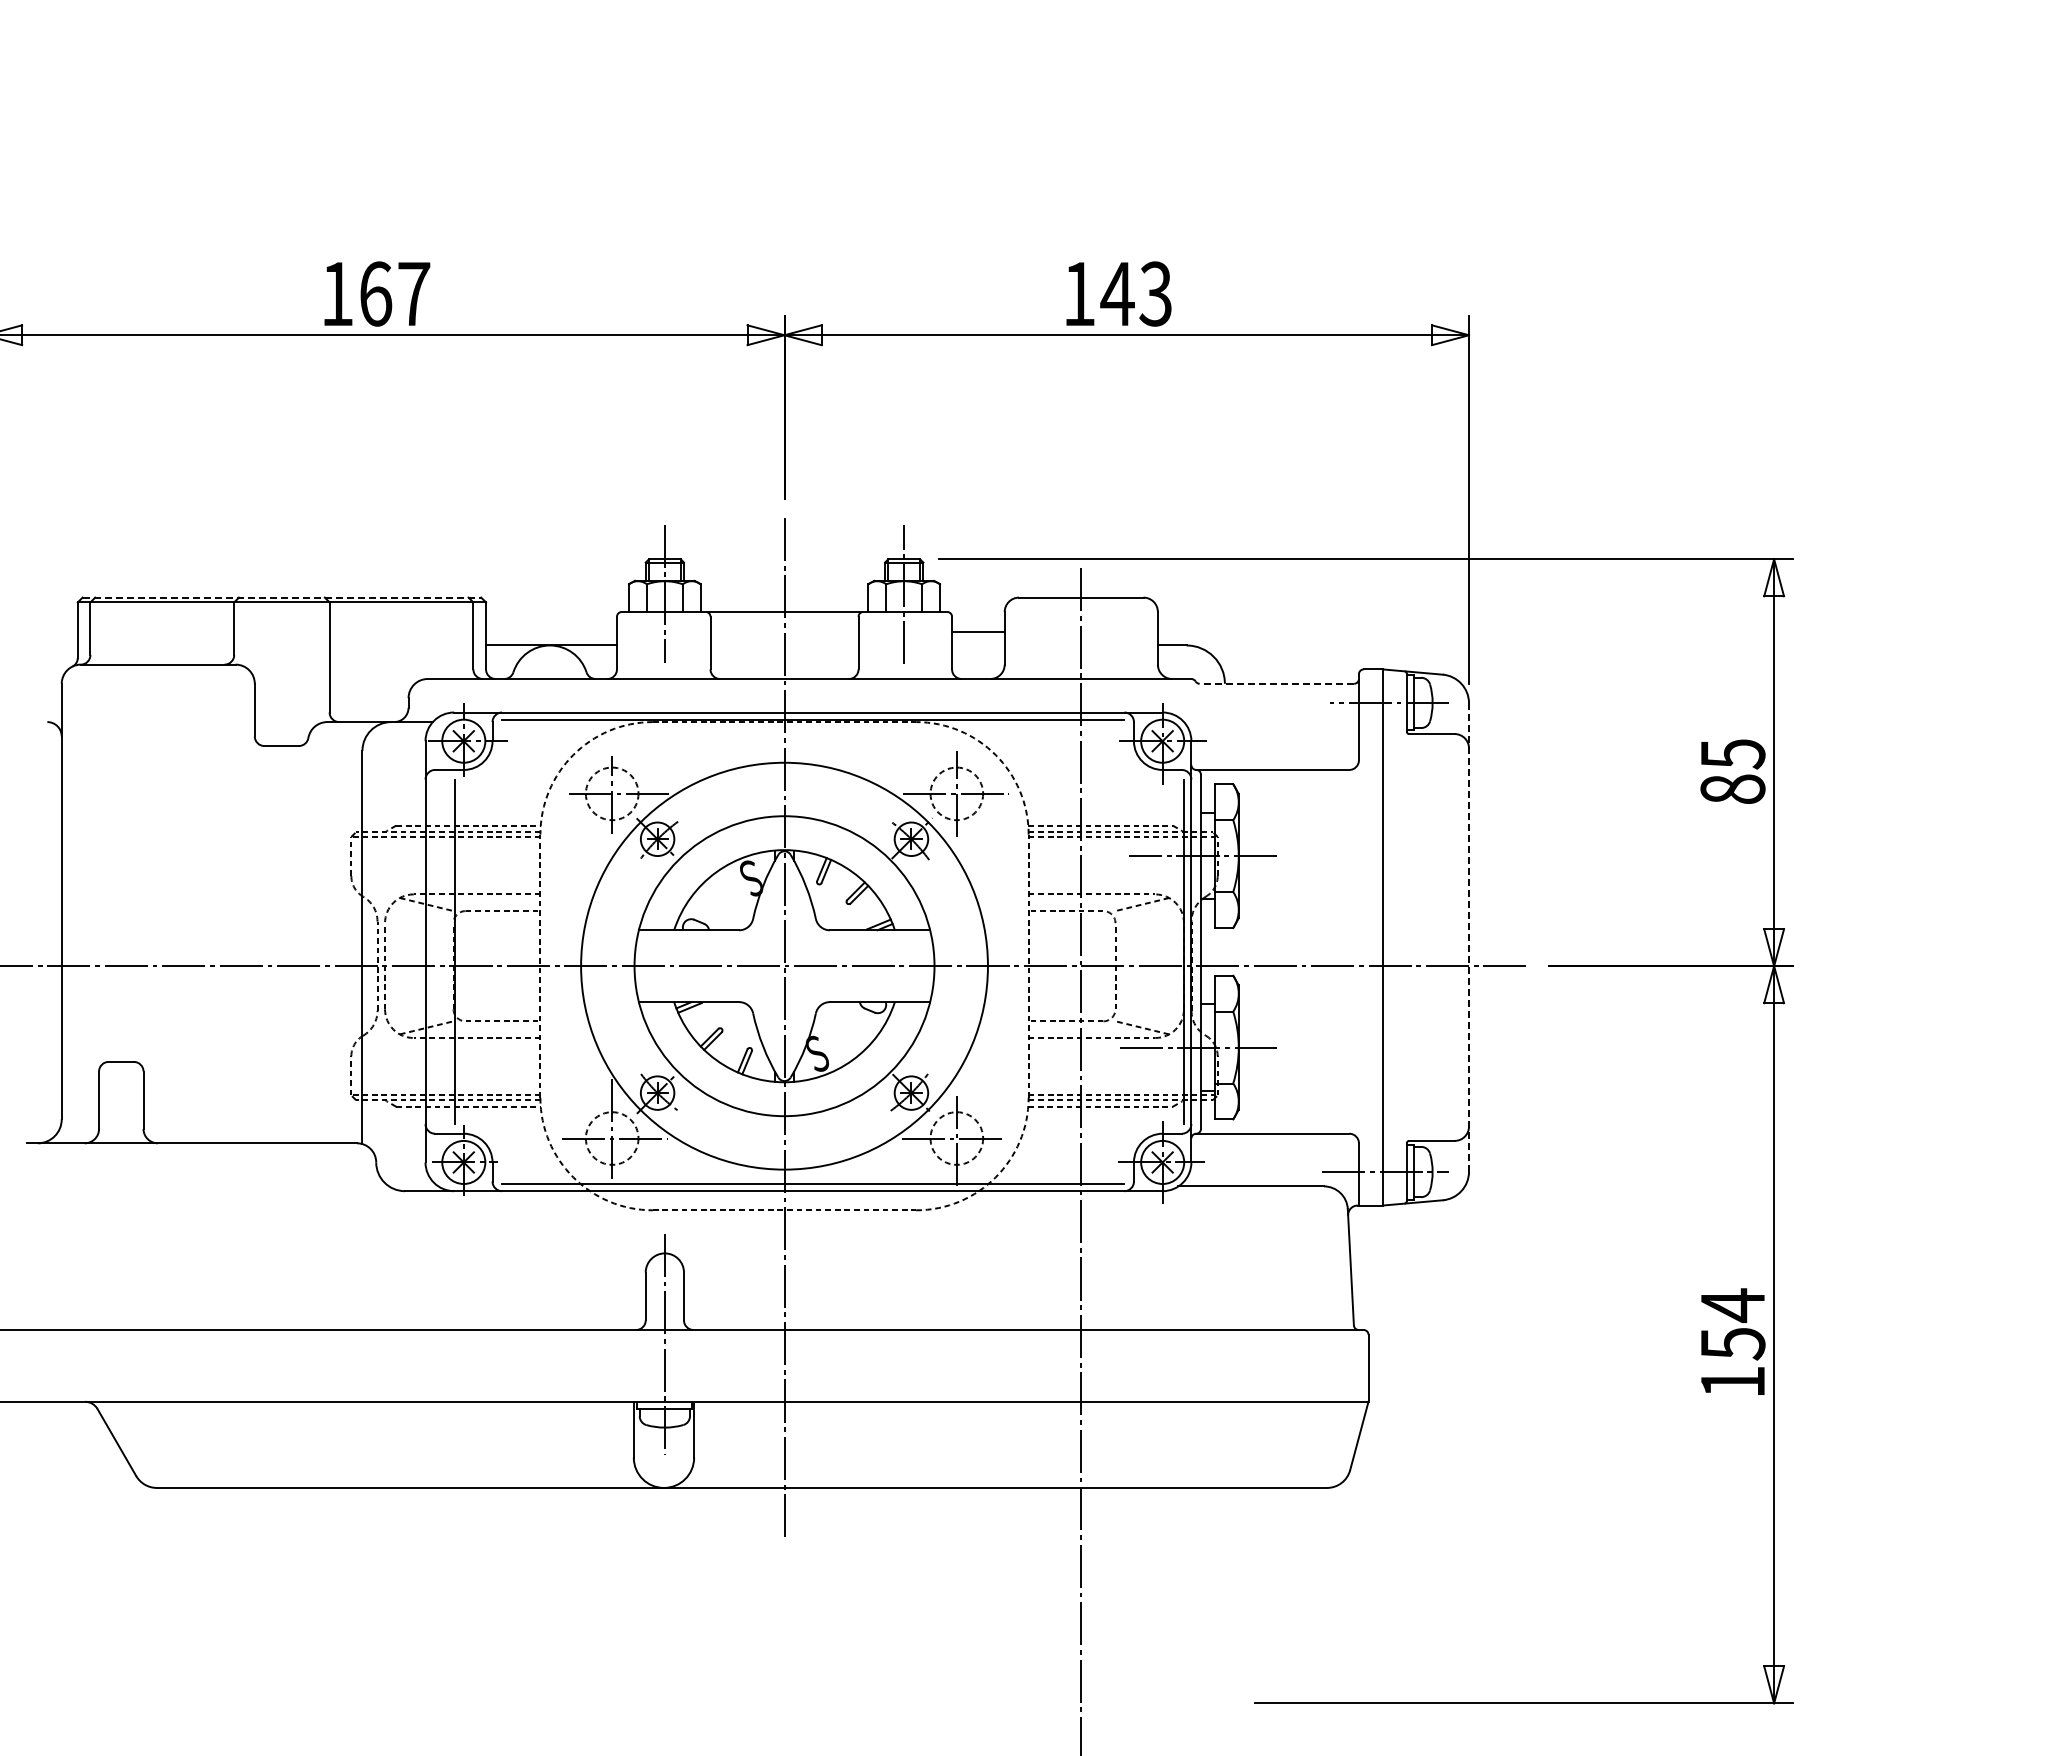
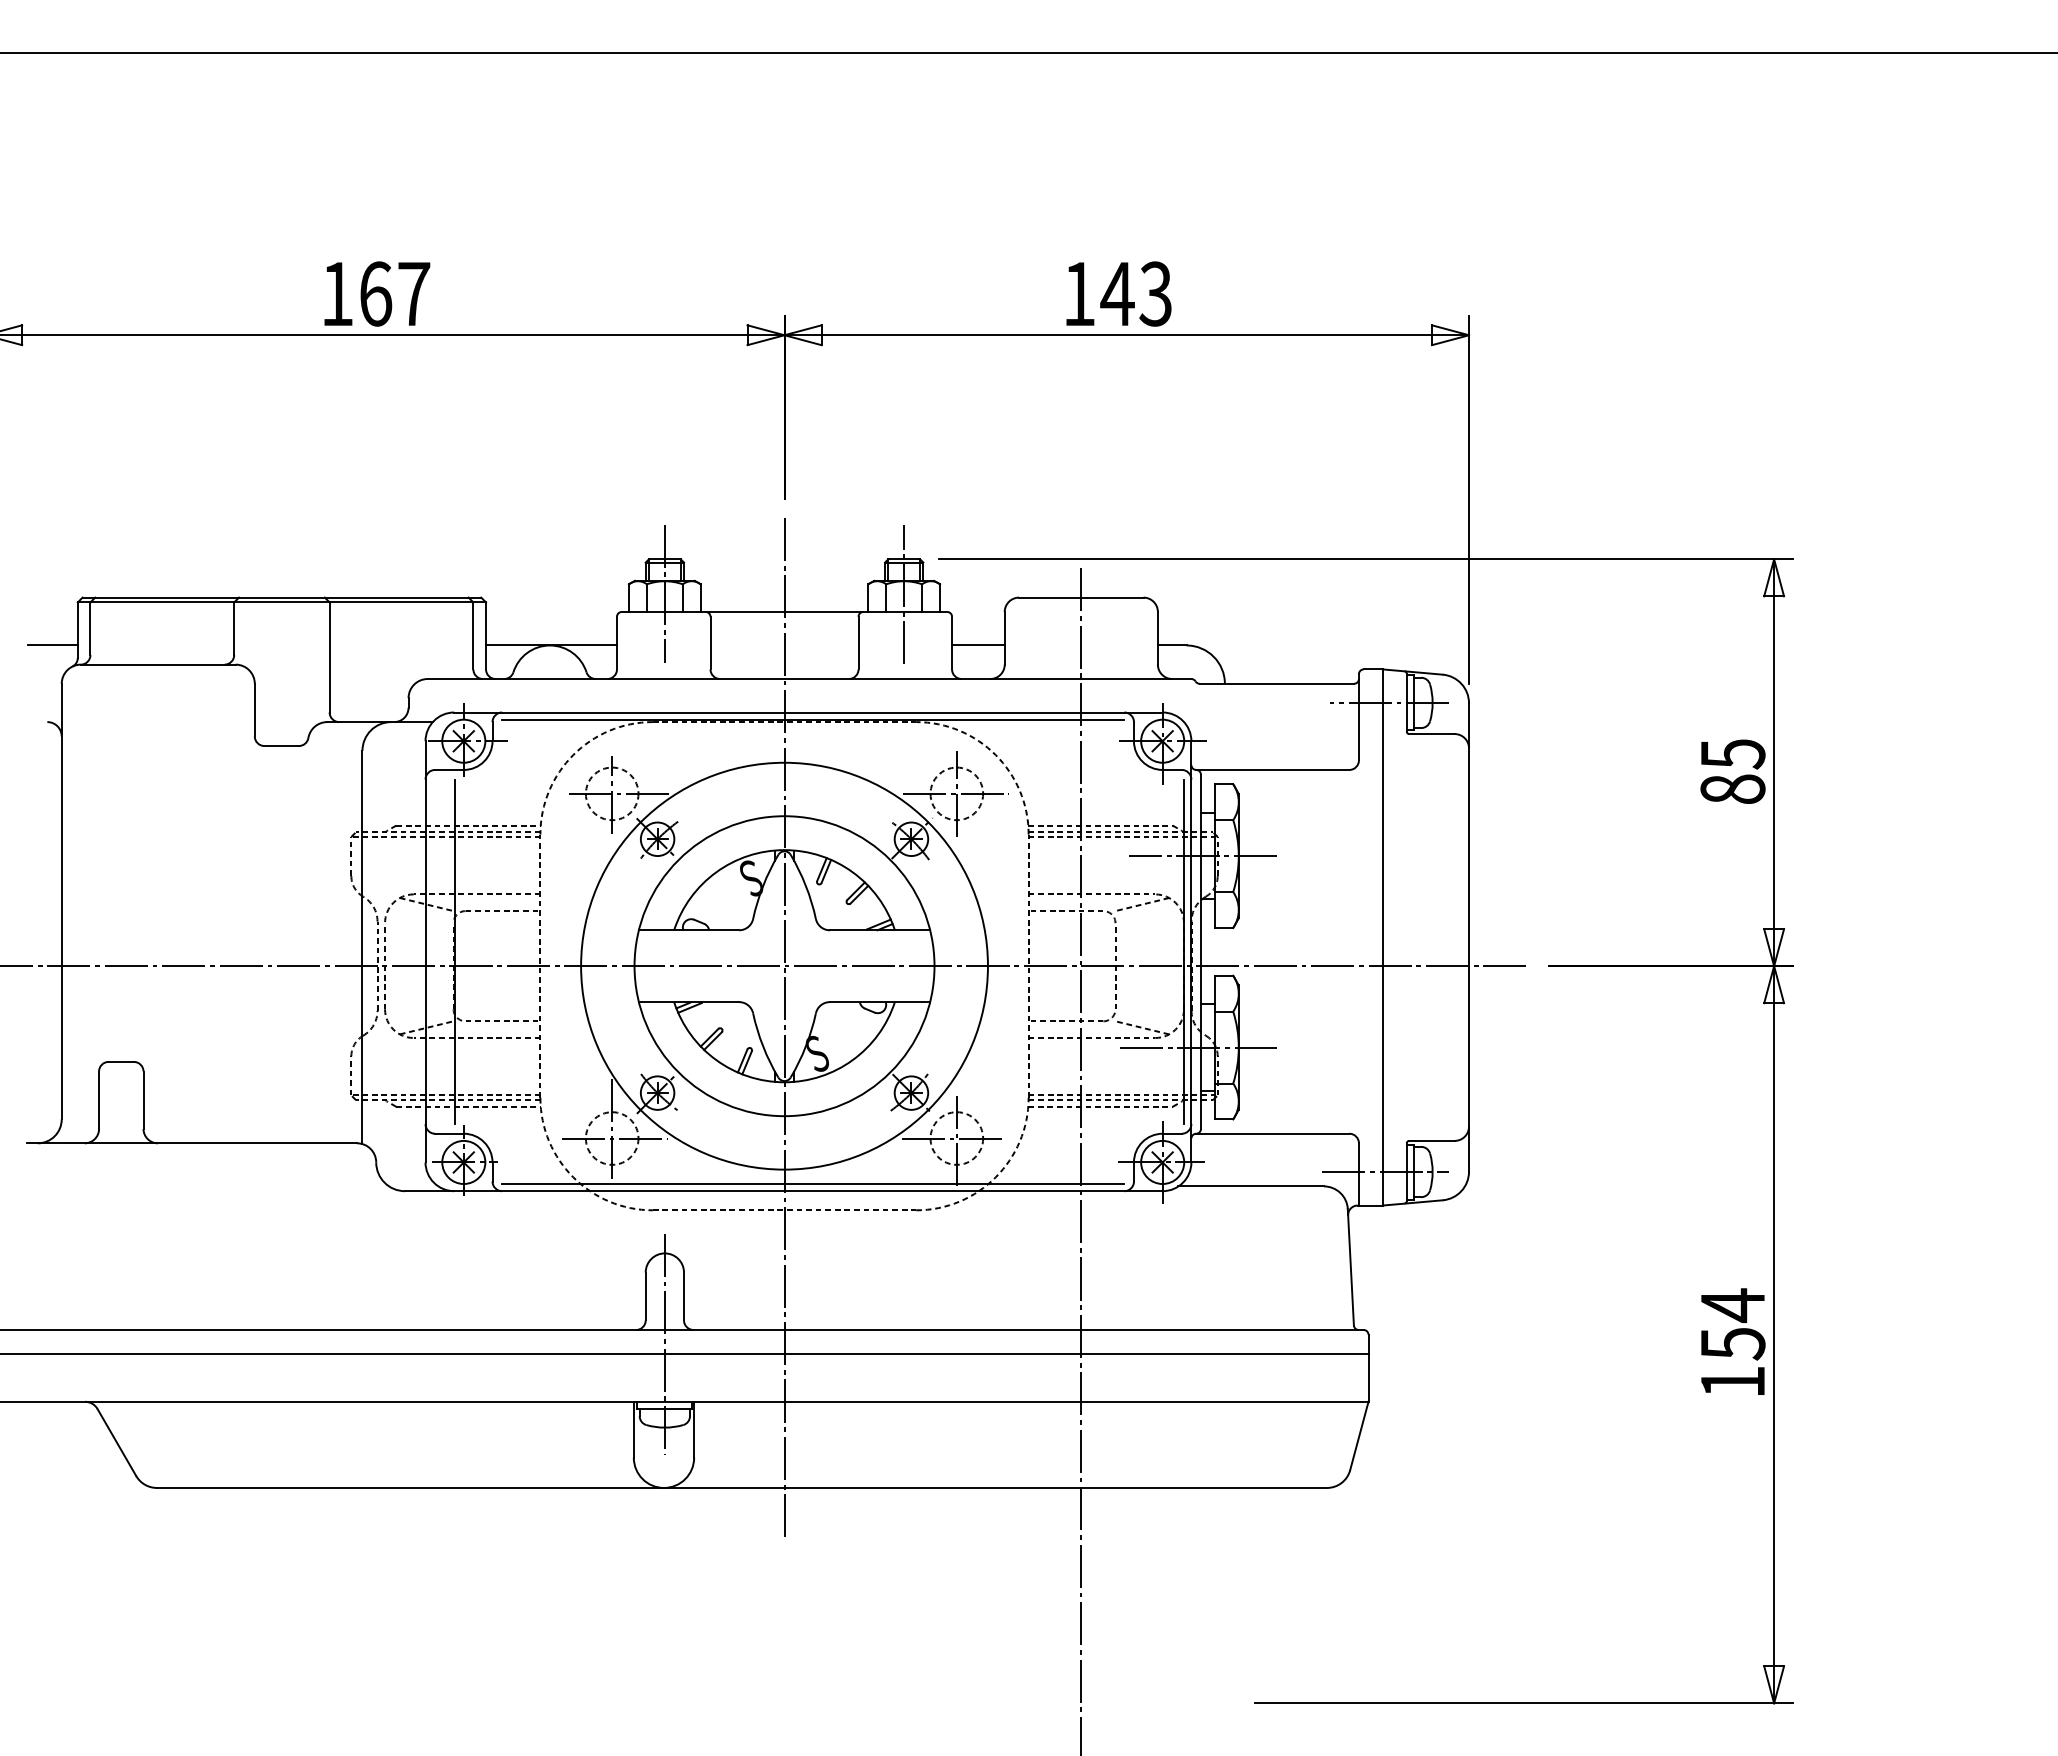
line at (1028, 52): none -> present
line at (282, 597): dashed -> solid
line at (978, 632) position: (978, 632) -> (978, 645)
line at (52, 645): none -> present
line at (1276, 683): dashed -> solid
line at (1469, 936): dashed -> solid
line at (685, 1353): none -> present
